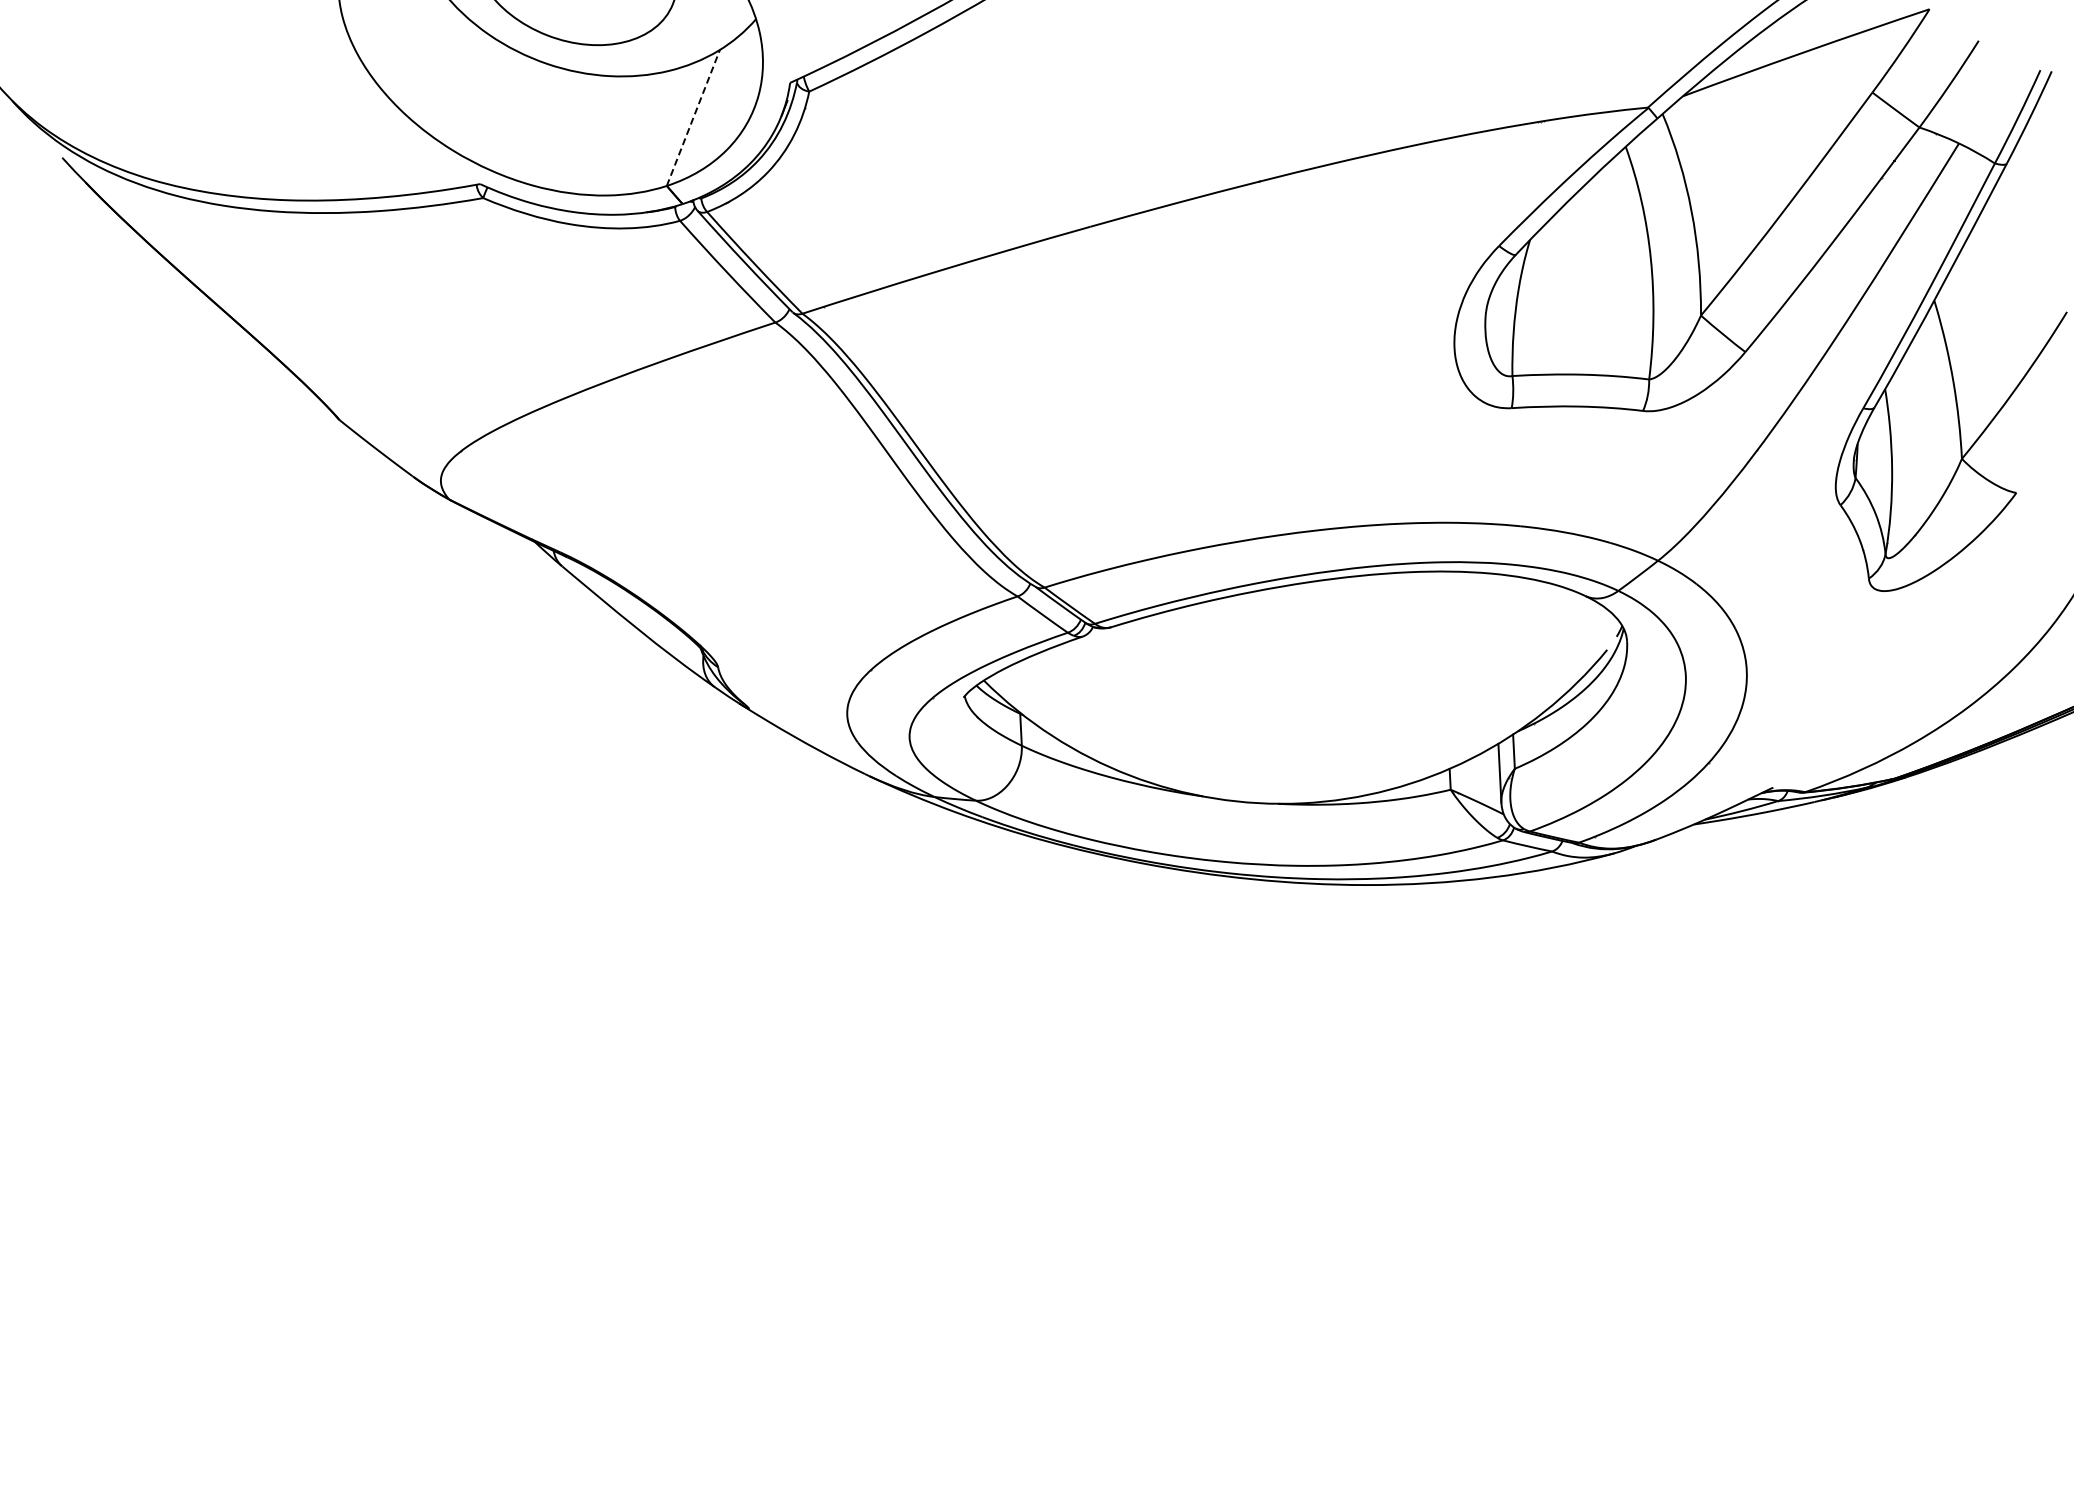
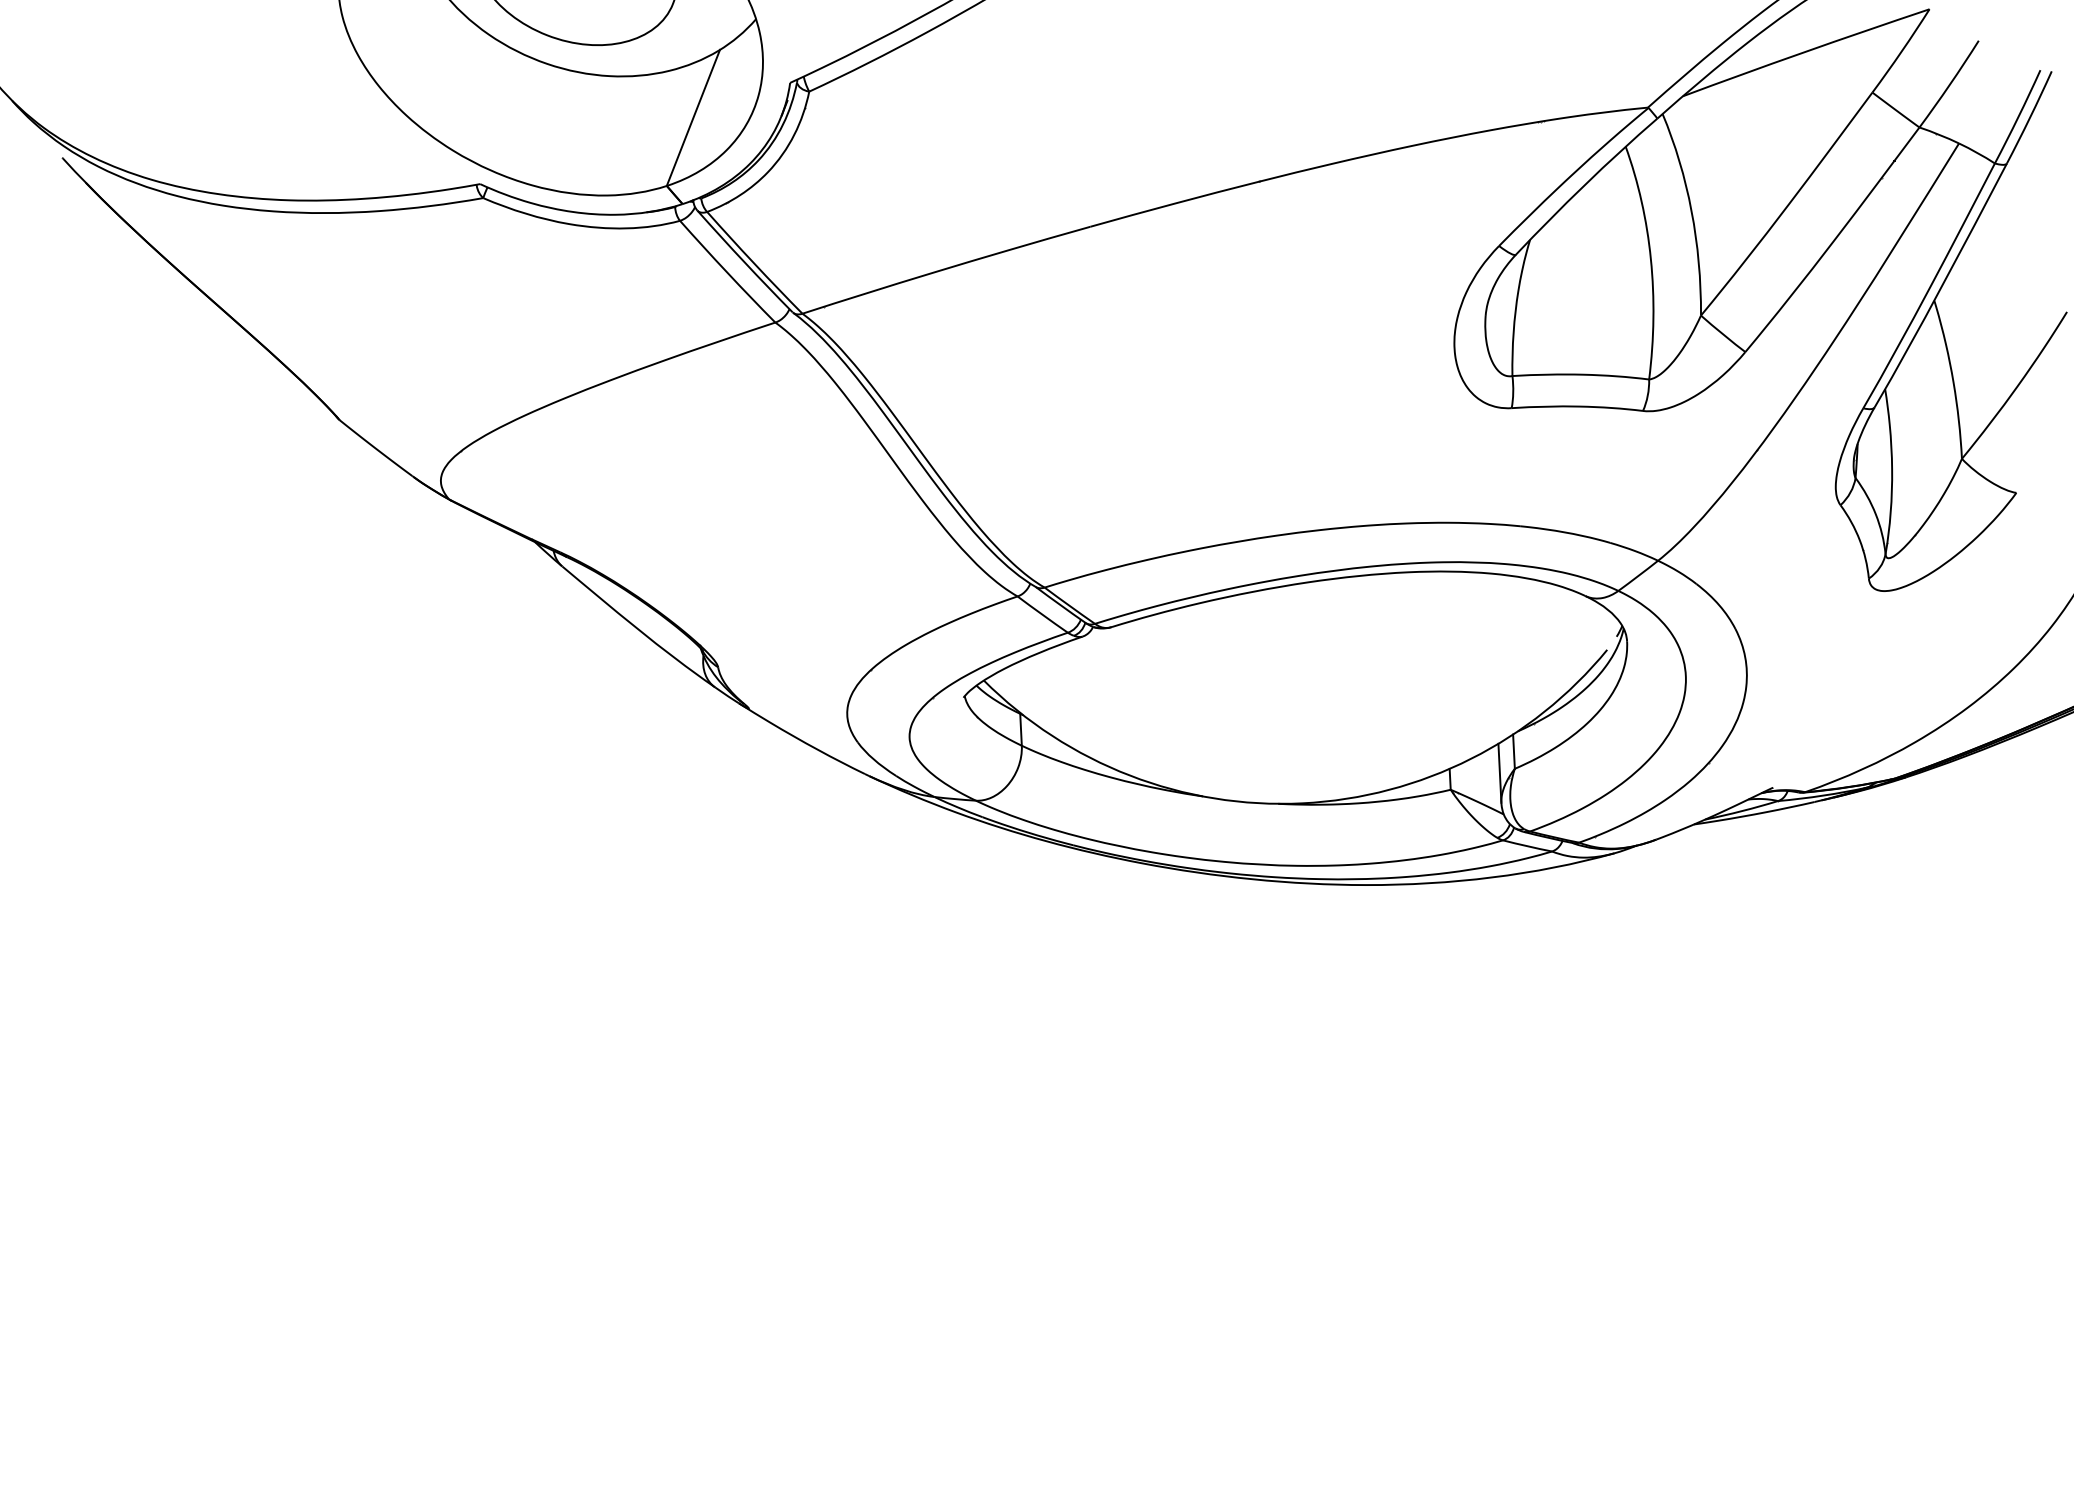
line at (693, 117): dashed -> solid
